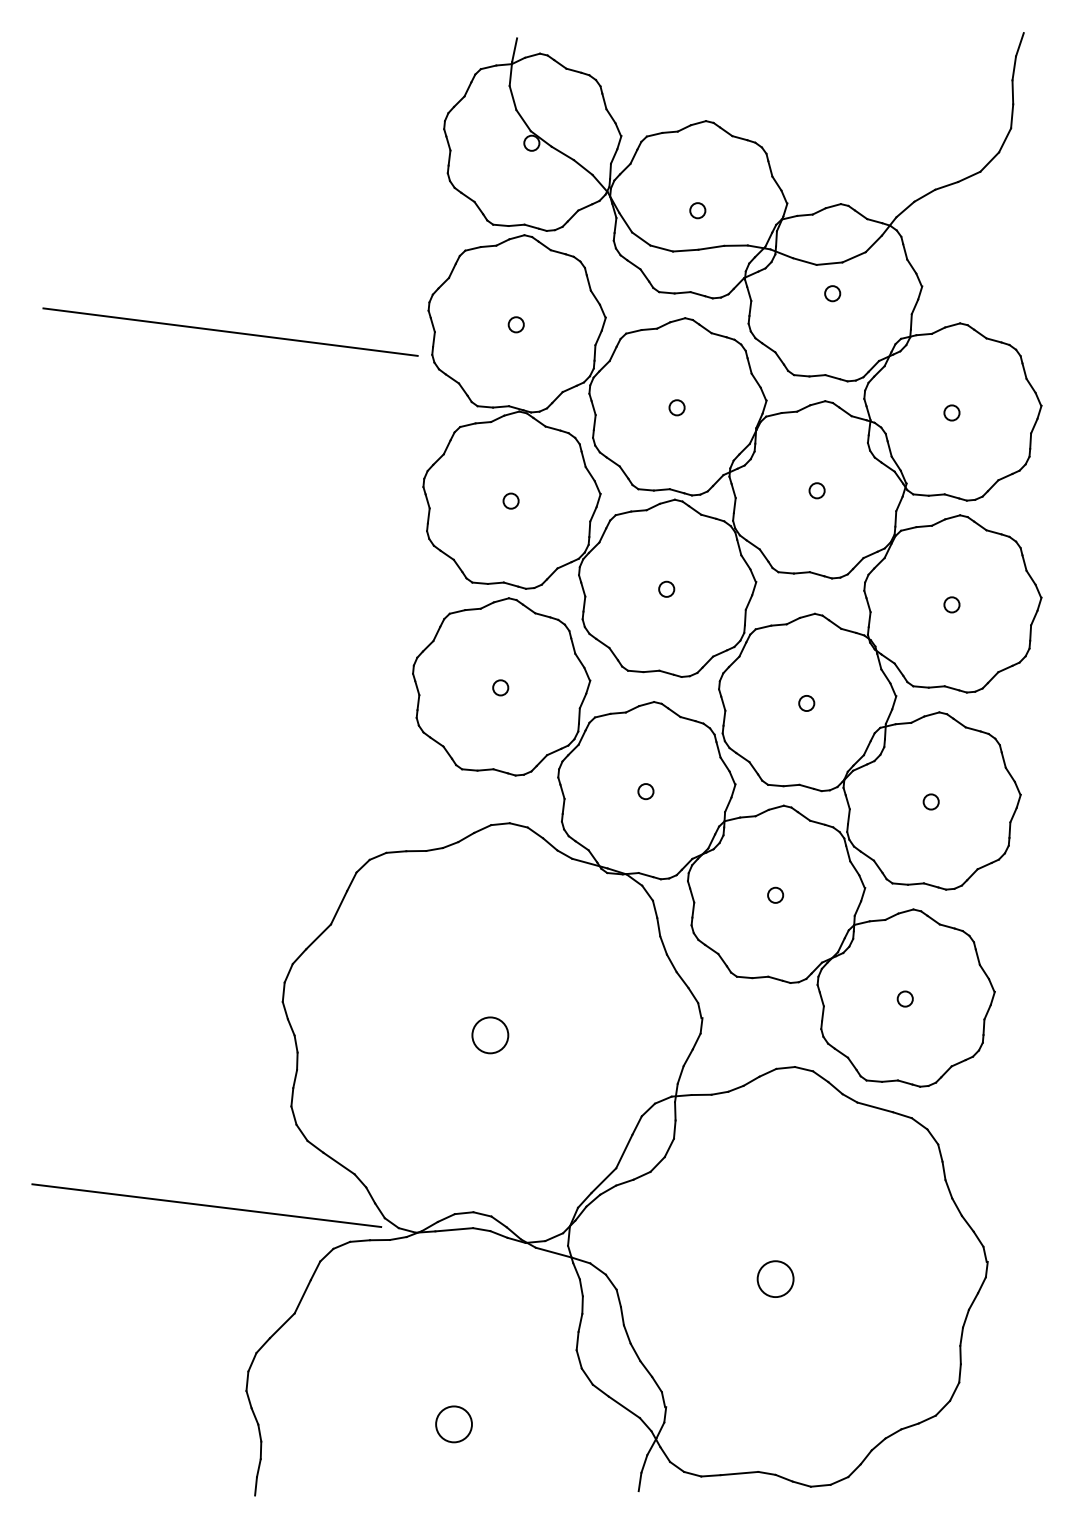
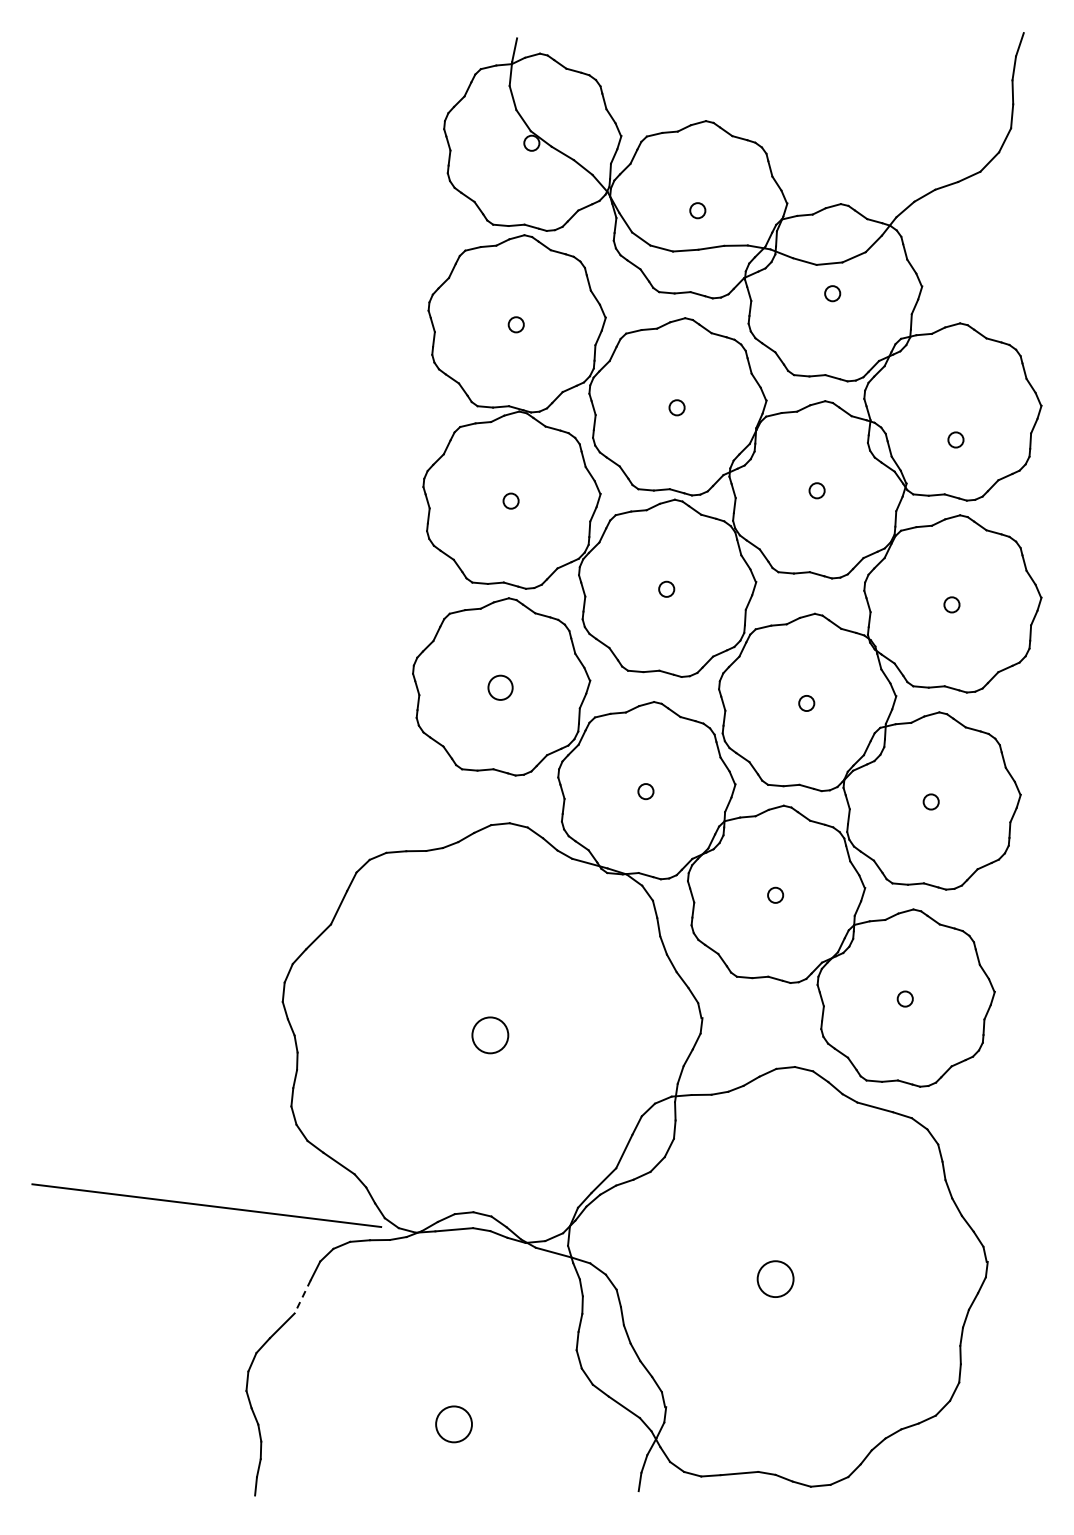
line at (230, 331): present -> none
circle at (951, 412) position: (951, 412) -> (955, 439)
circle at (500, 687) size: 18x18 px -> 27x27 px
line at (302, 1296): solid -> dashed
